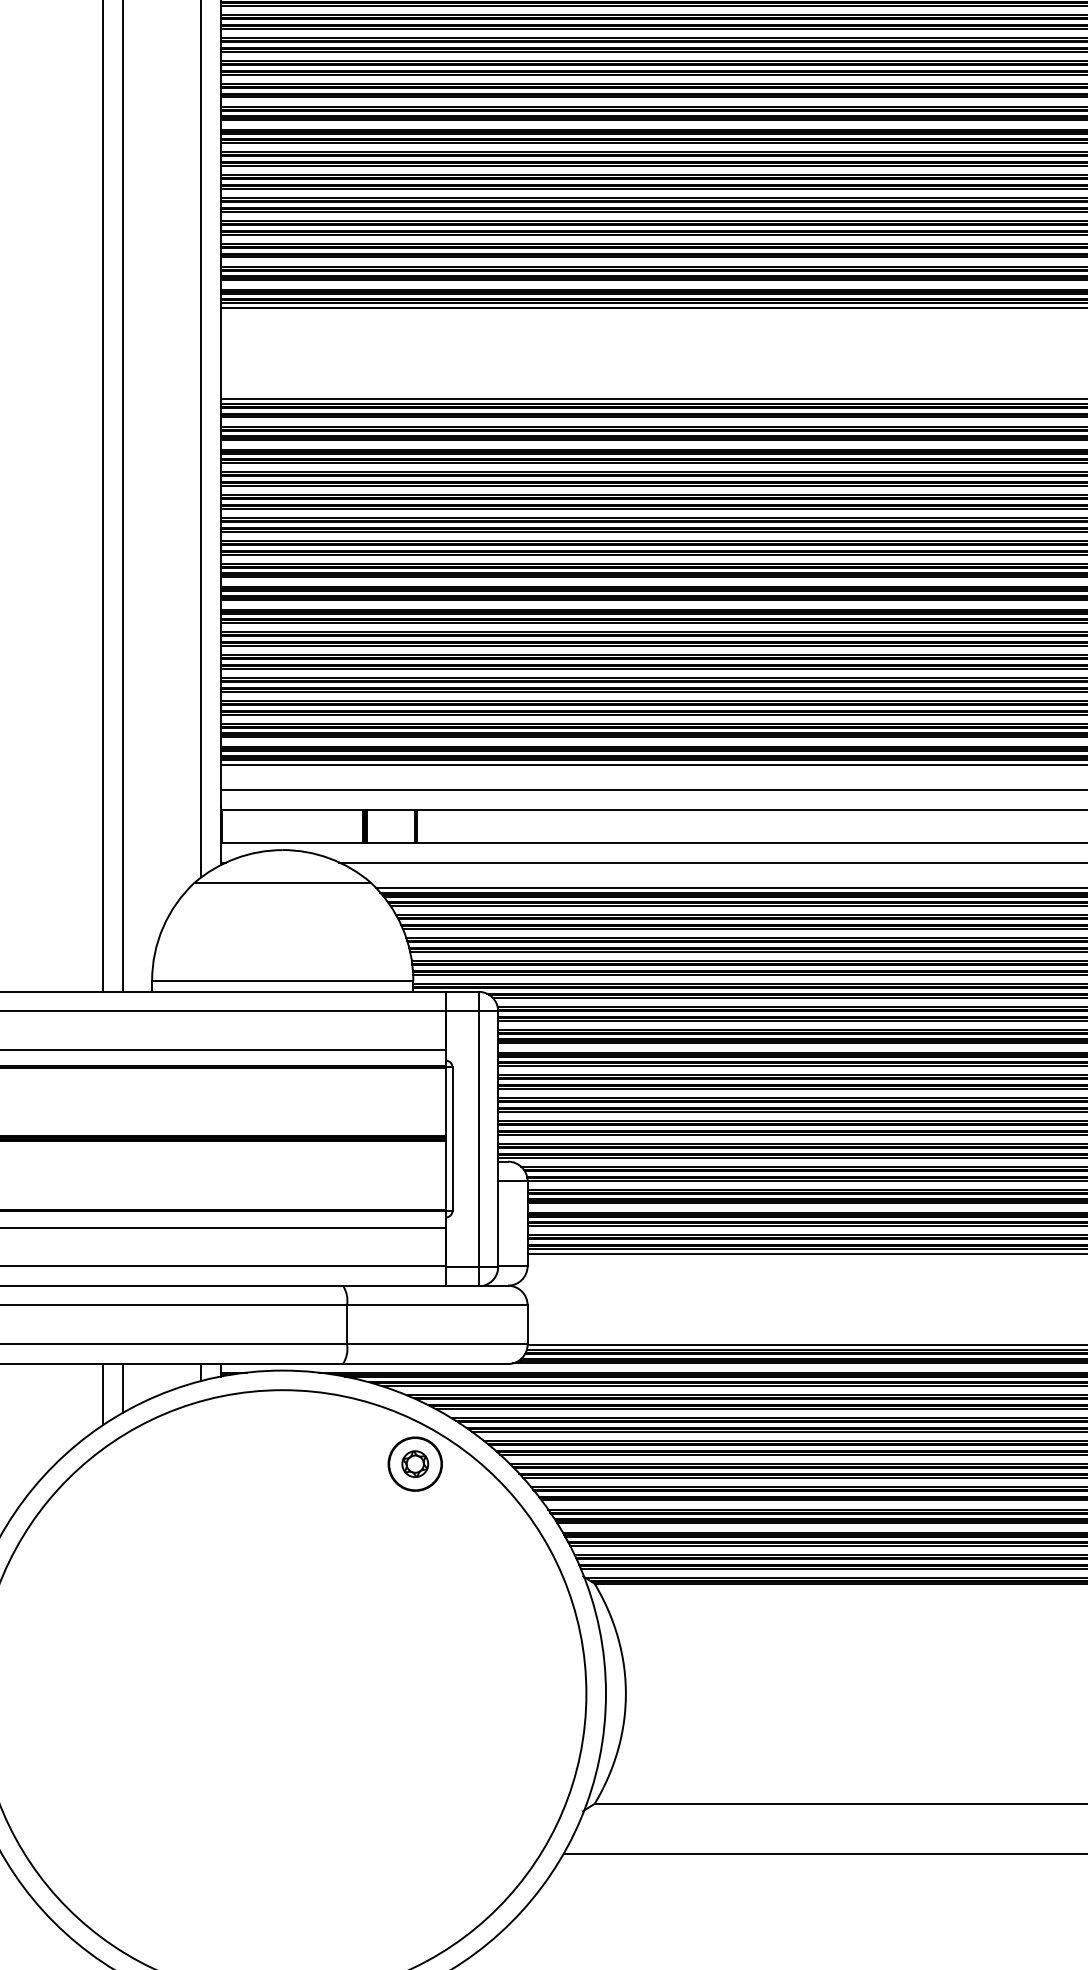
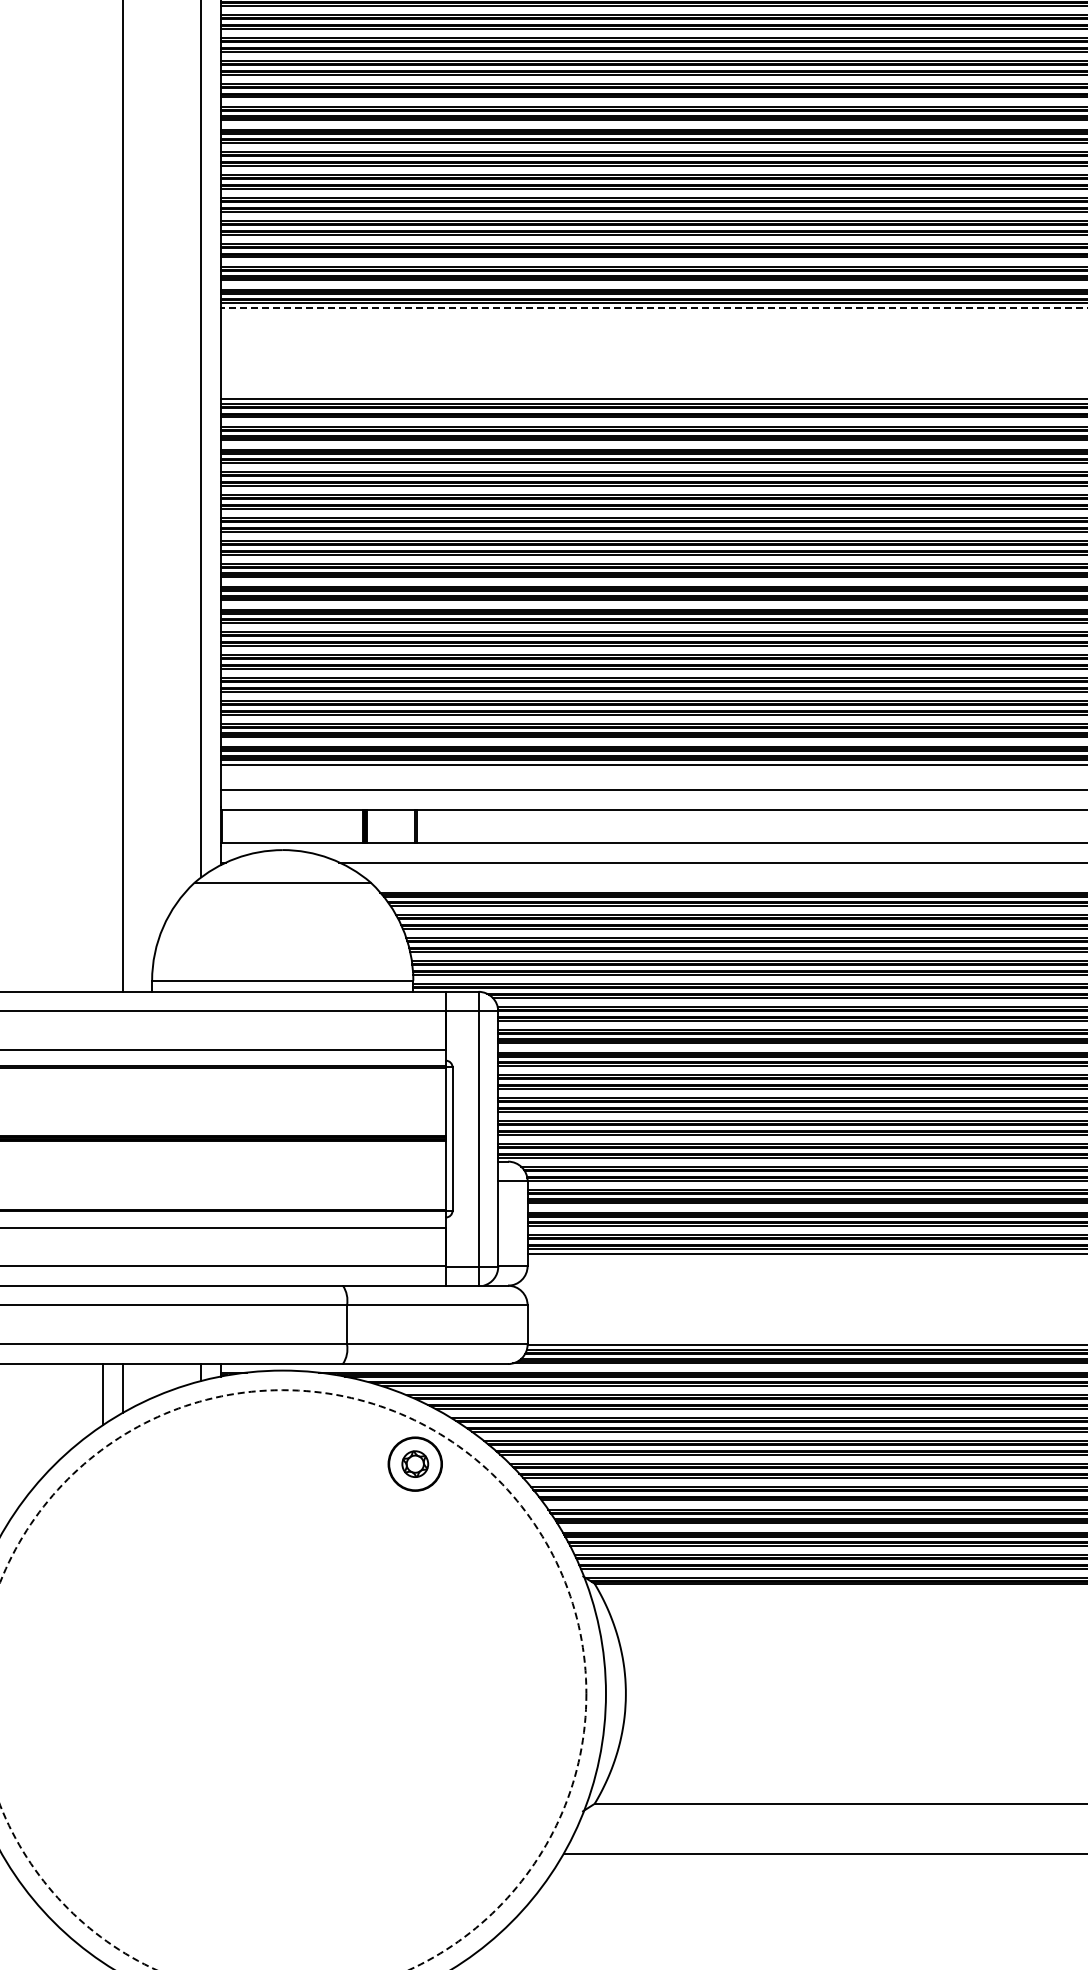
line at (653, 307): solid -> dashed
line at (103, 496): present -> none
line at (730, 888): present -> none
circle at (293, 1679): solid -> dashed
